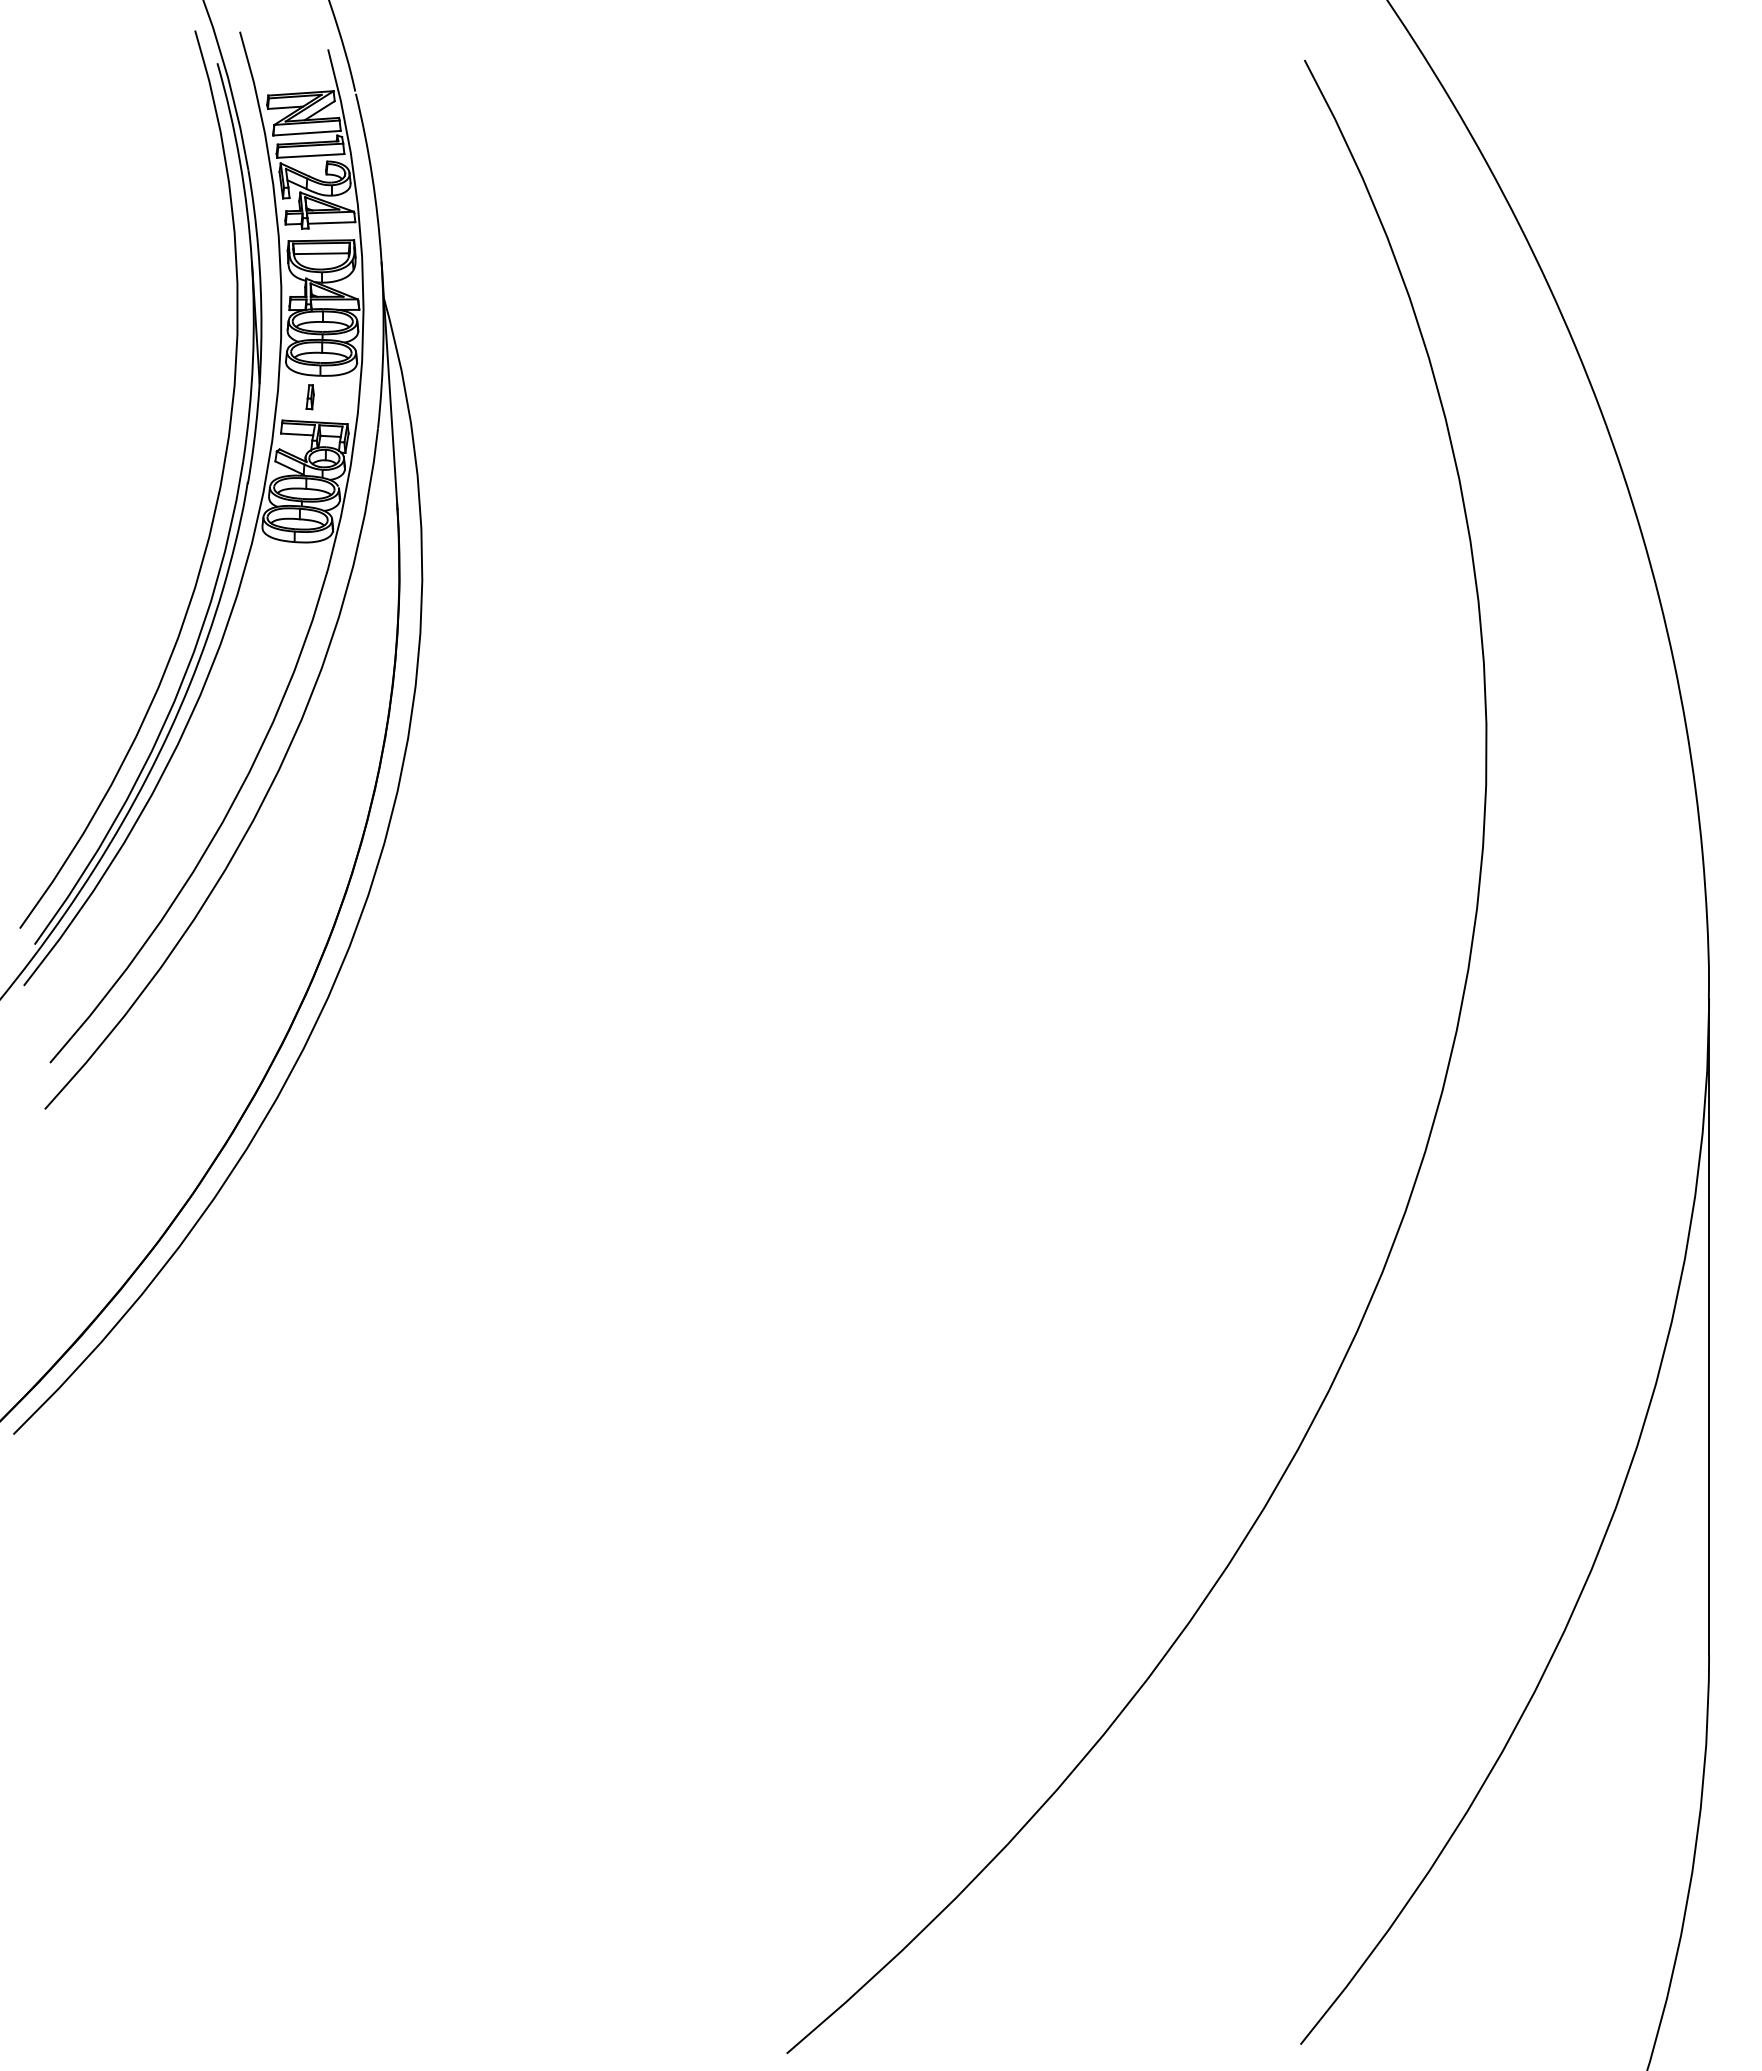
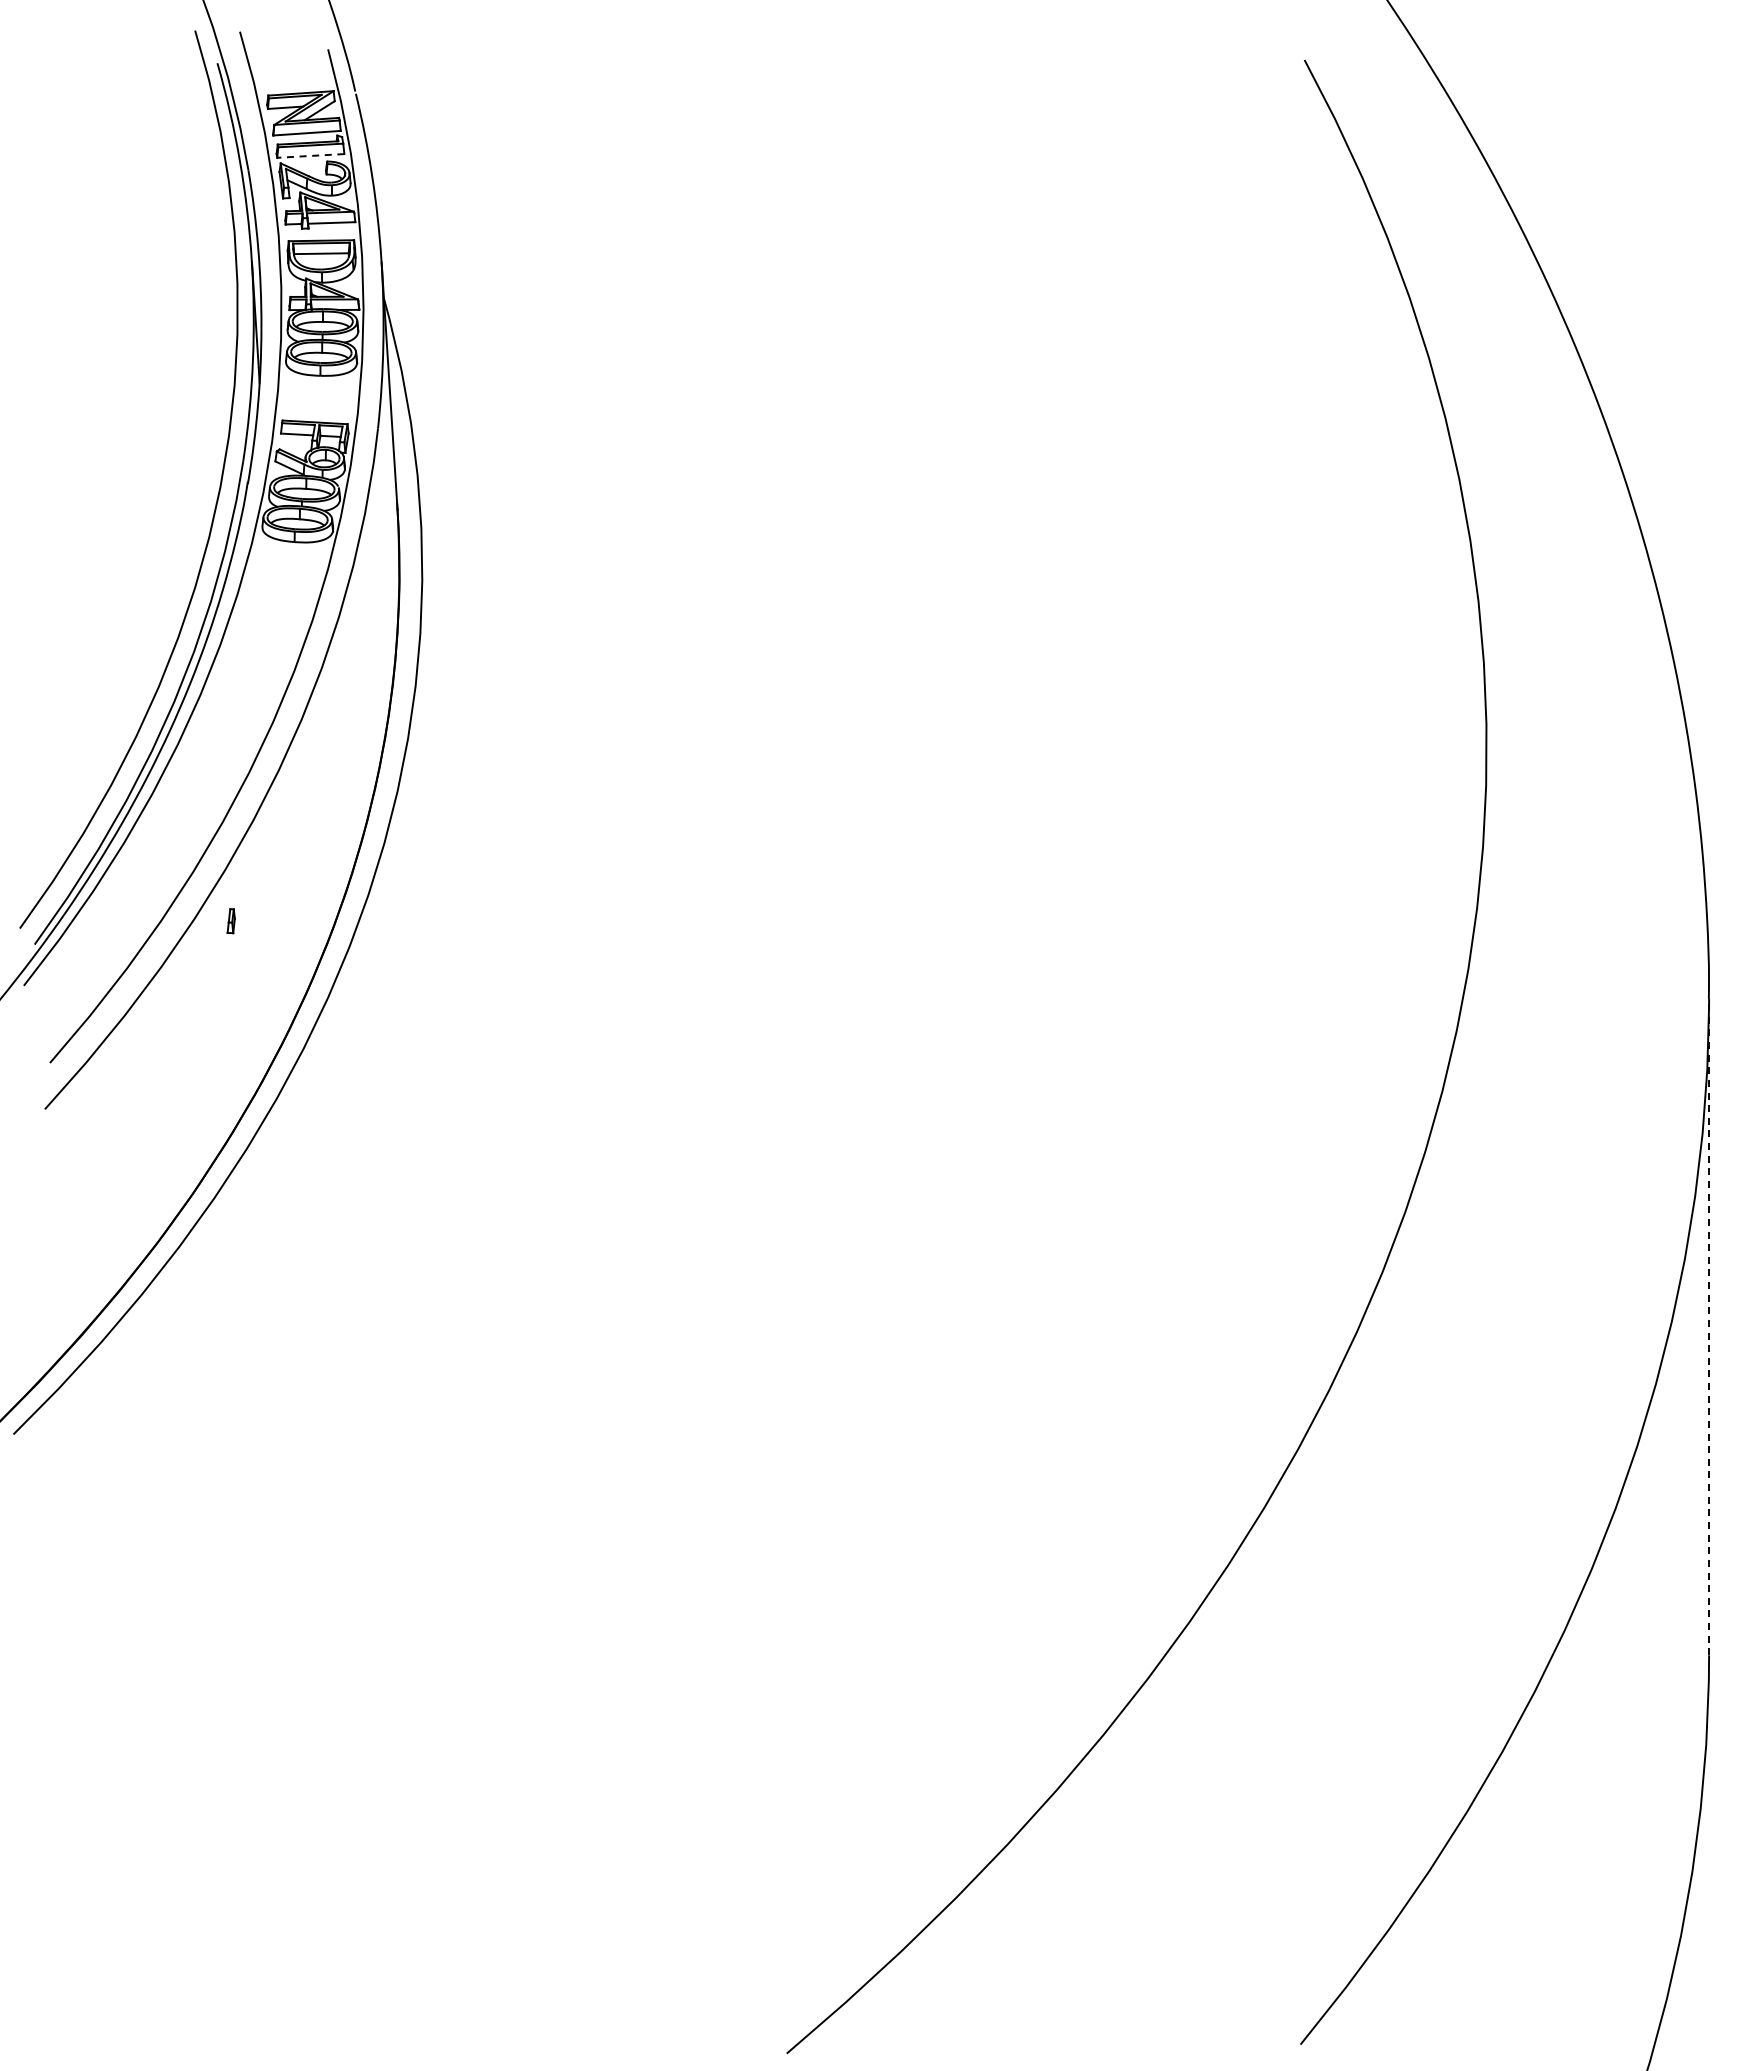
line at (310, 155): solid -> dashed
part at (309, 397) position: (309, 397) -> (230, 921)
line at (1709, 1326): solid -> dashed
